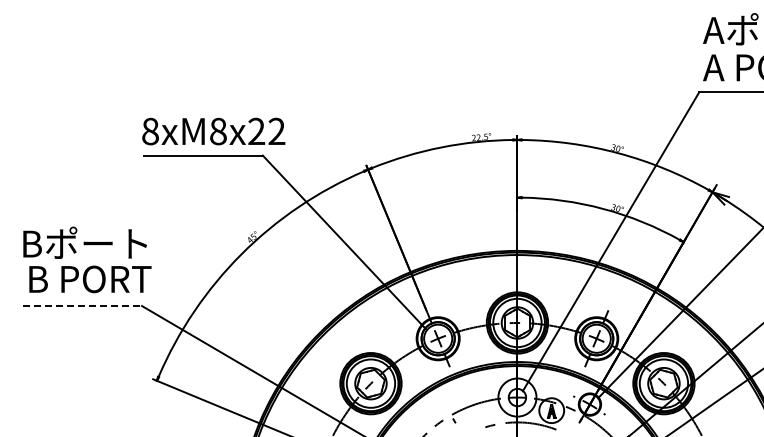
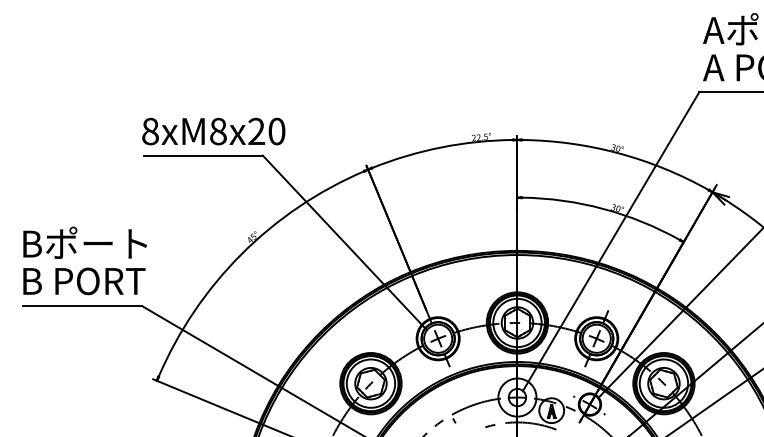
text at (276, 131): 8xM8x22 -> 8xM8x20
text at (90, 279) position: (90, 279) -> (84, 281)
line at (82, 306): dashed -> solid
